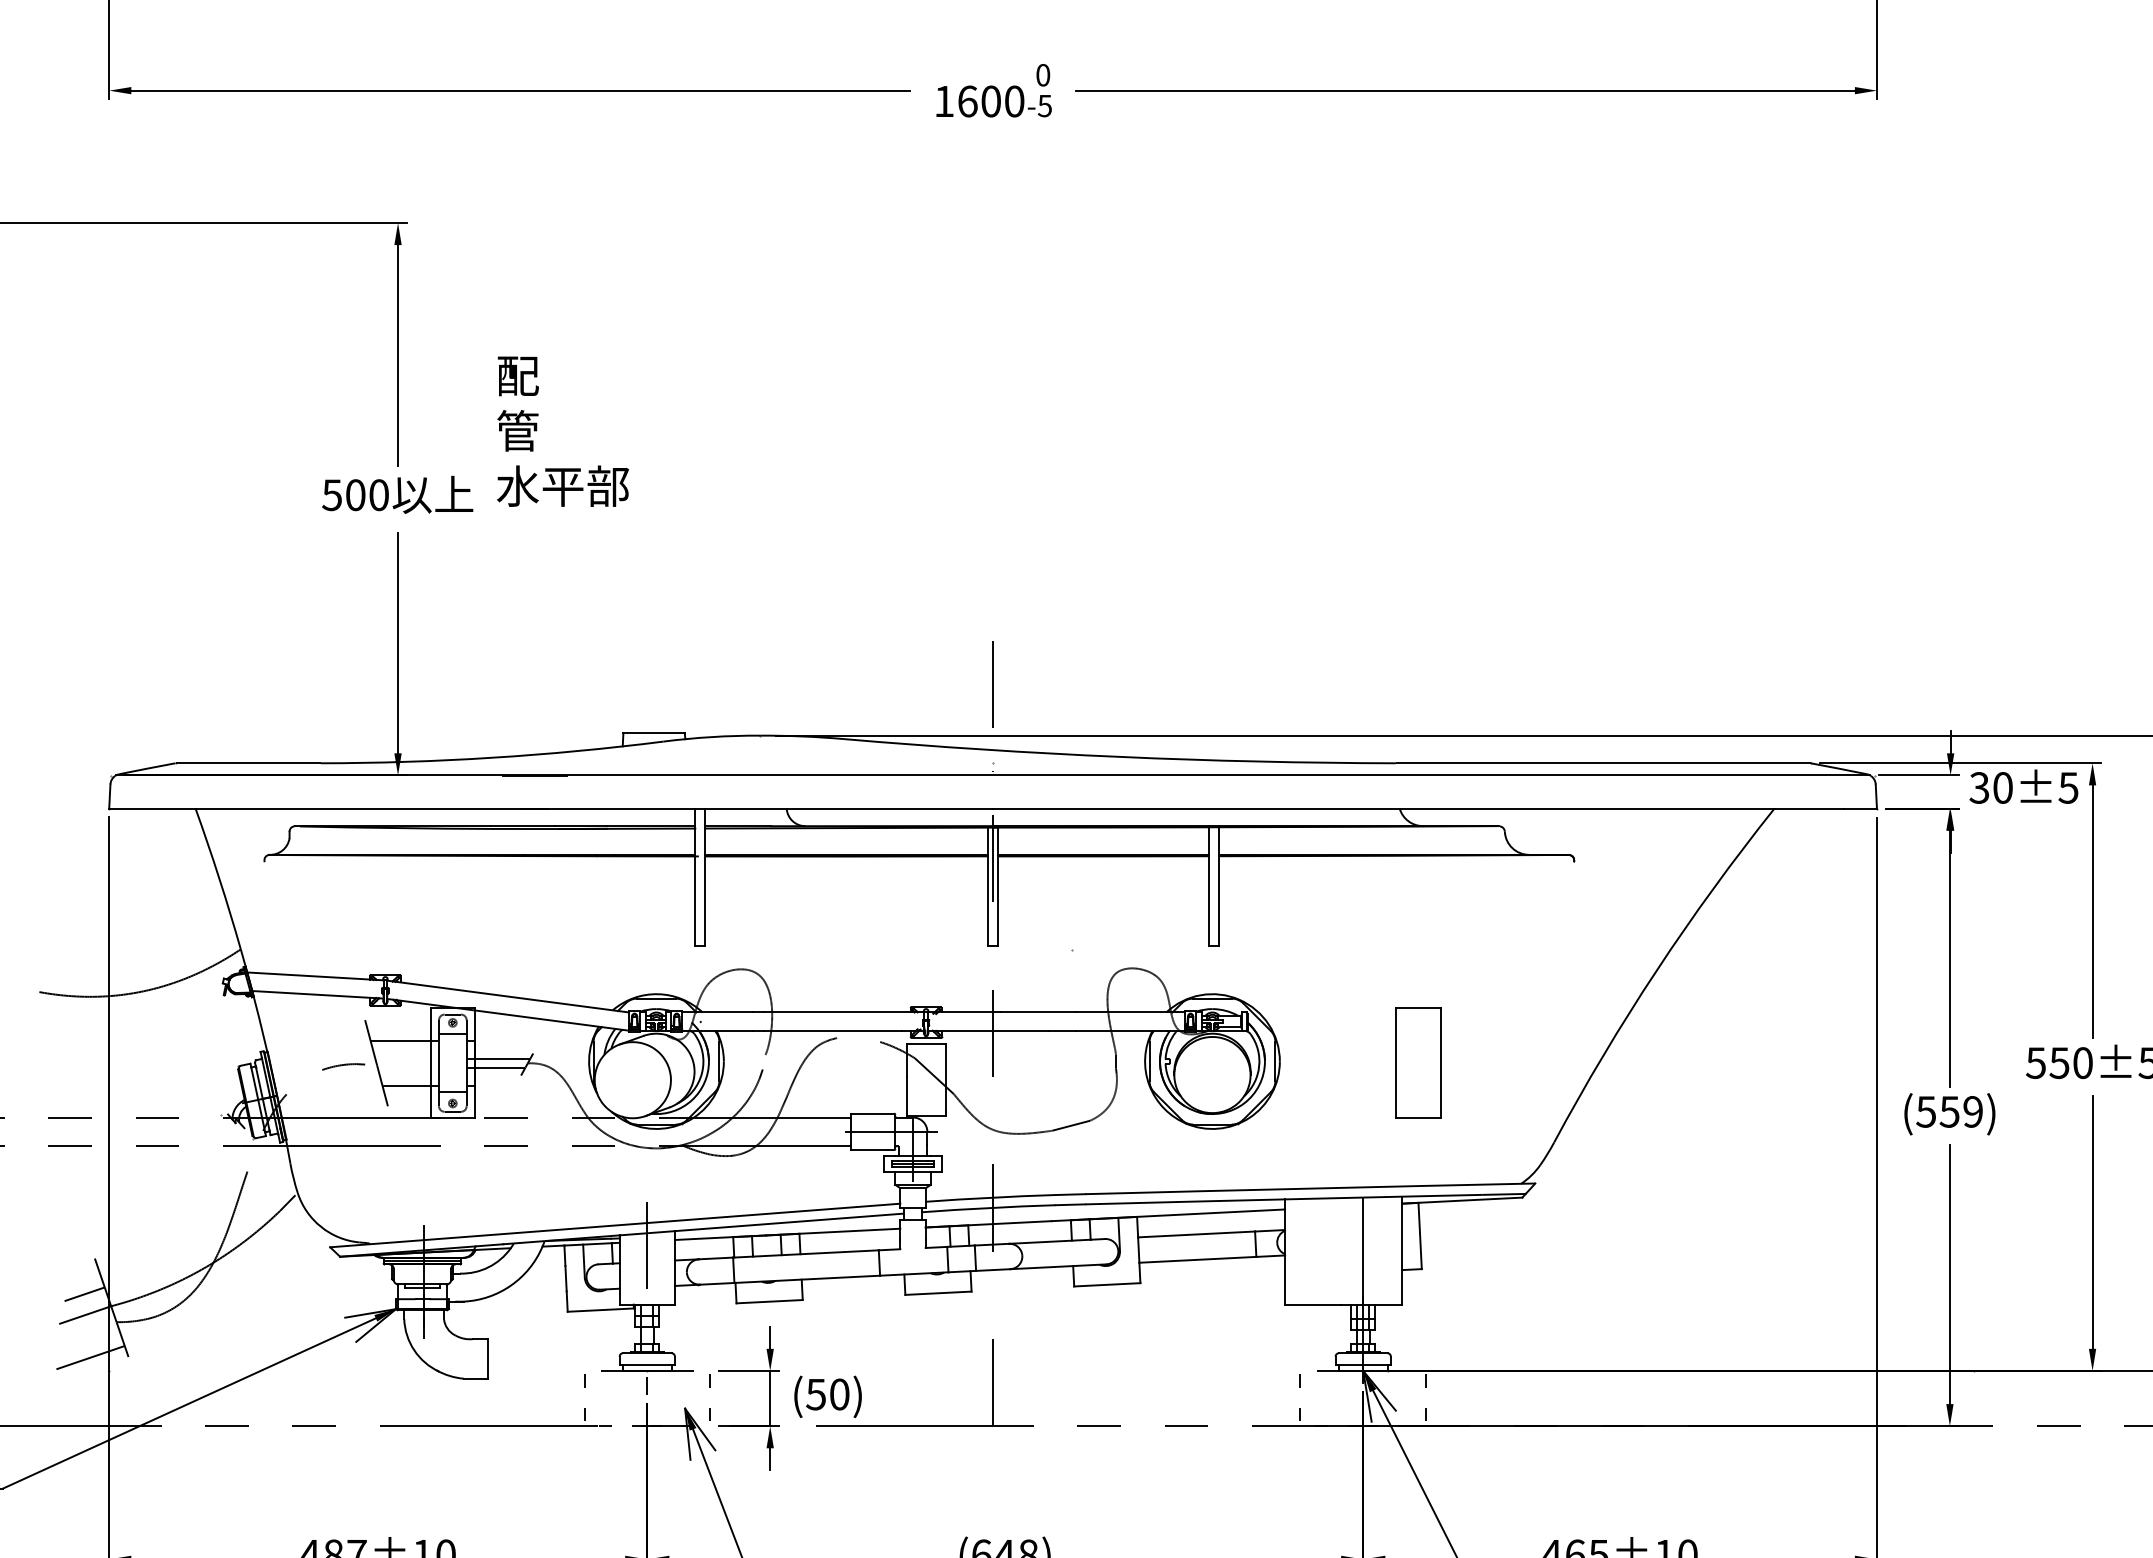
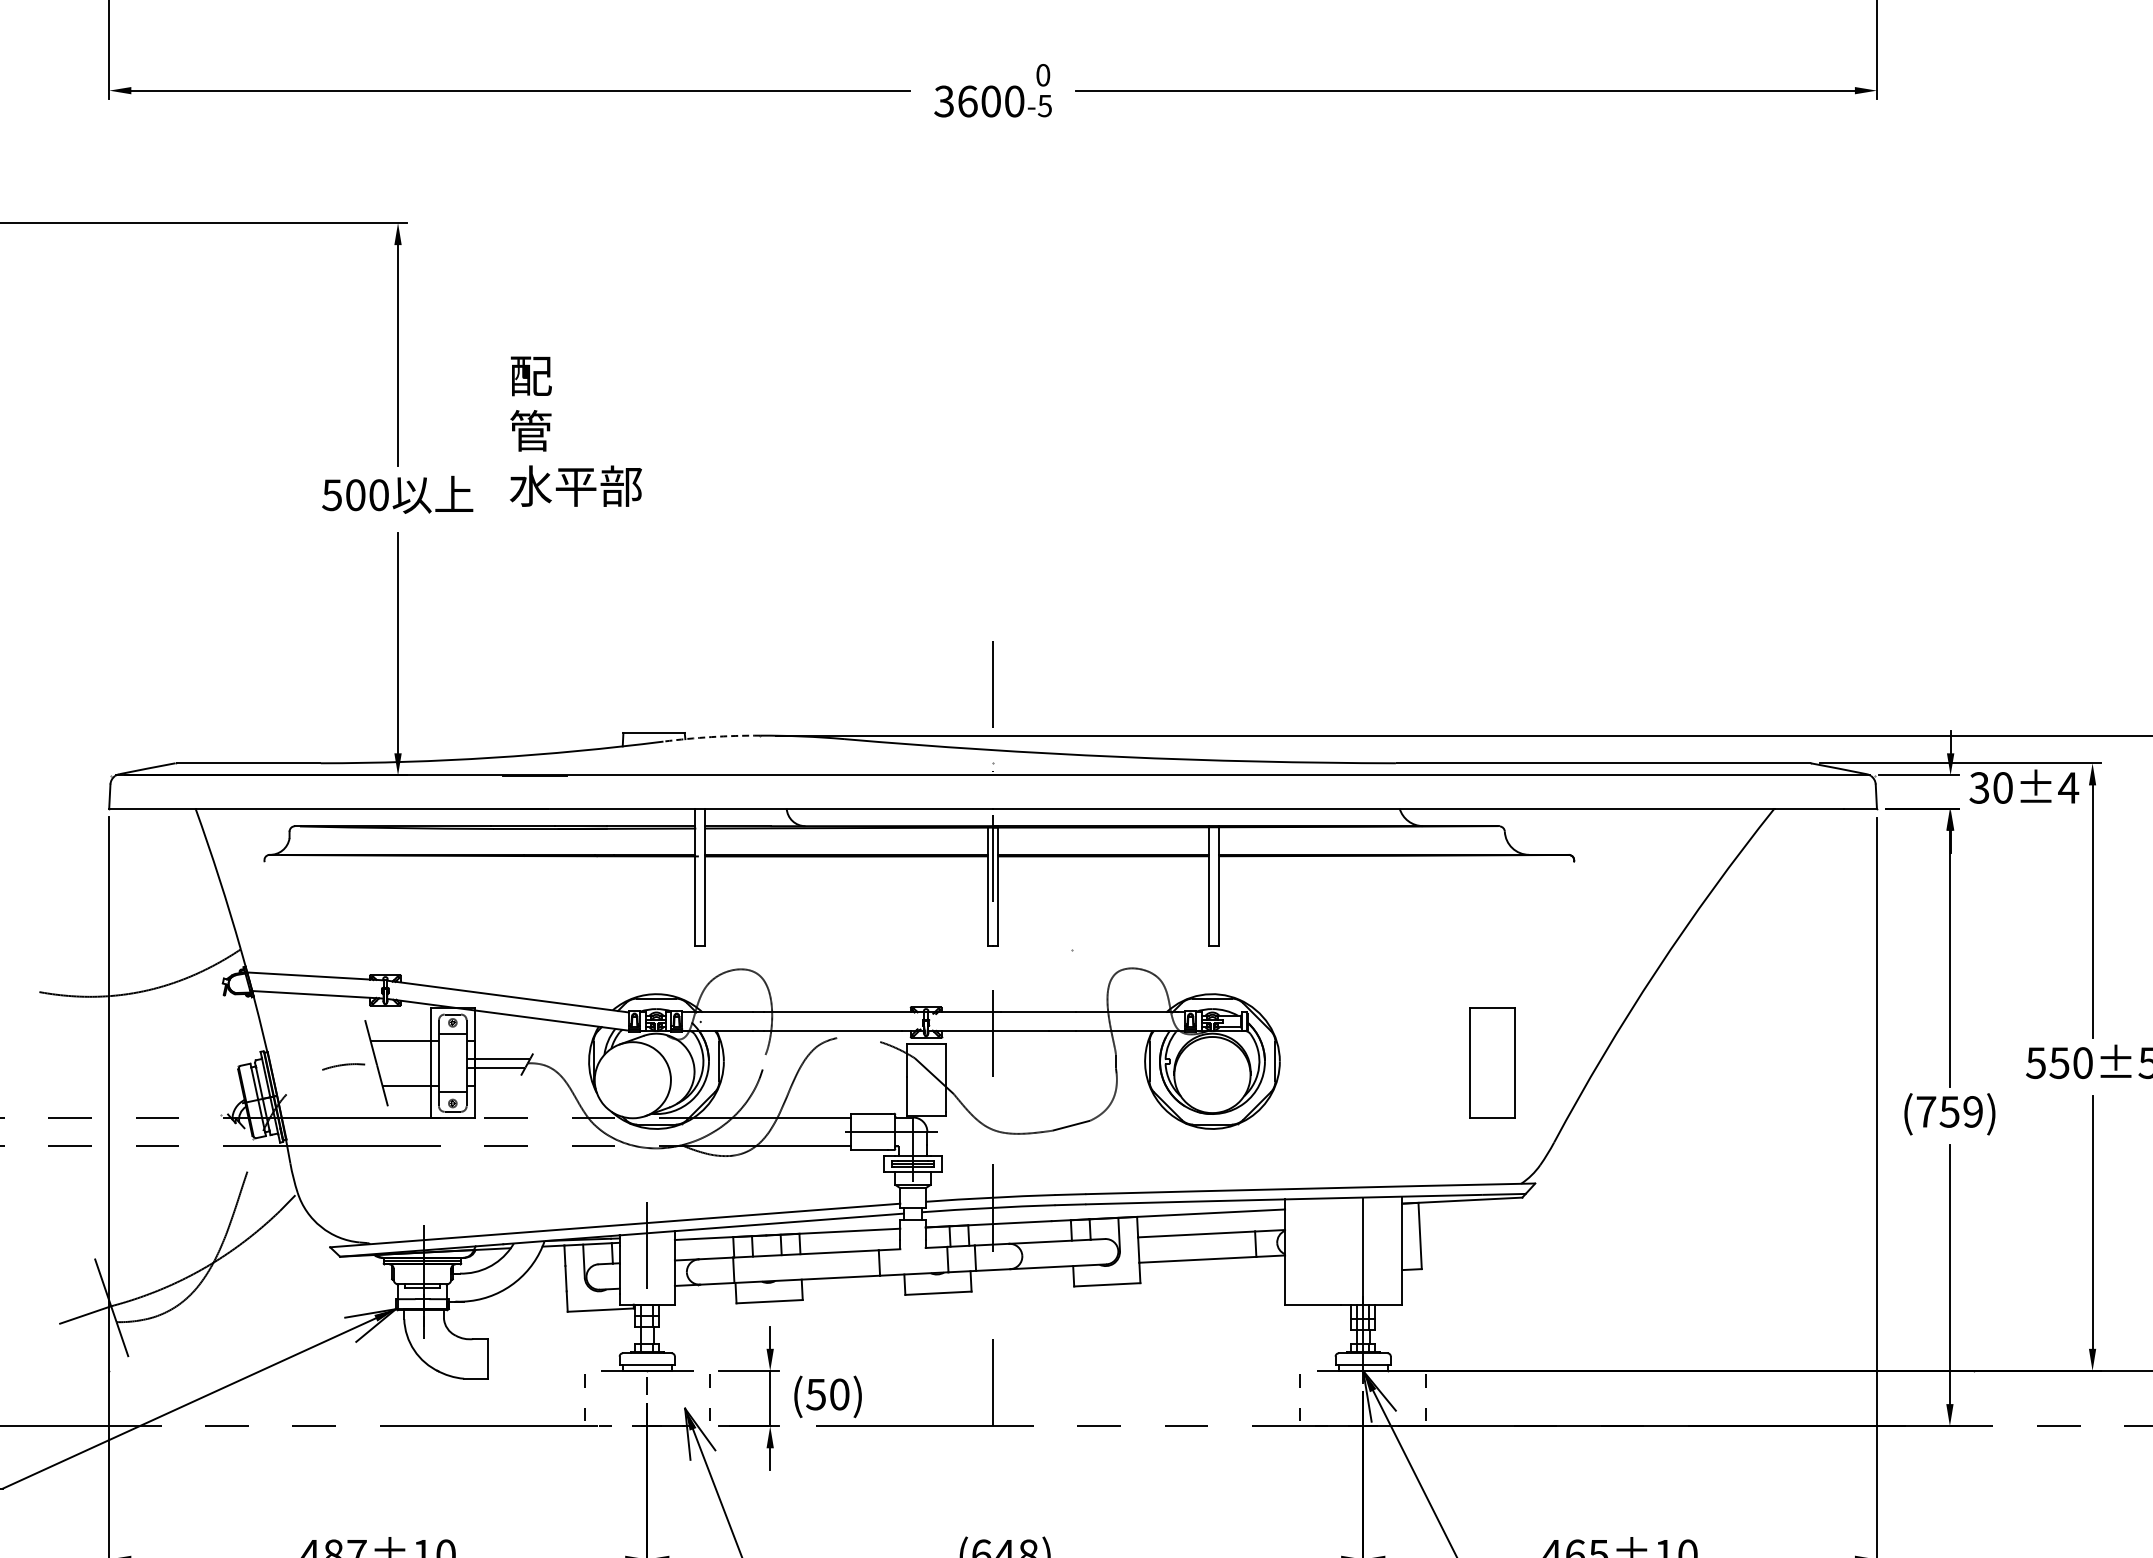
text at (943, 101): 1600 -> 3600
text at (562, 431) position: (562, 431) -> (575, 431)
arc at (711, 737): solid -> dashed
text at (2068, 787): 30±5 -> 30±4
part at (1418, 1062) position: (1418, 1062) -> (1492, 1062)
text at (1926, 1111): (559) -> (759)
line at (84, 1294): present -> none
line at (90, 1357): present -> none
